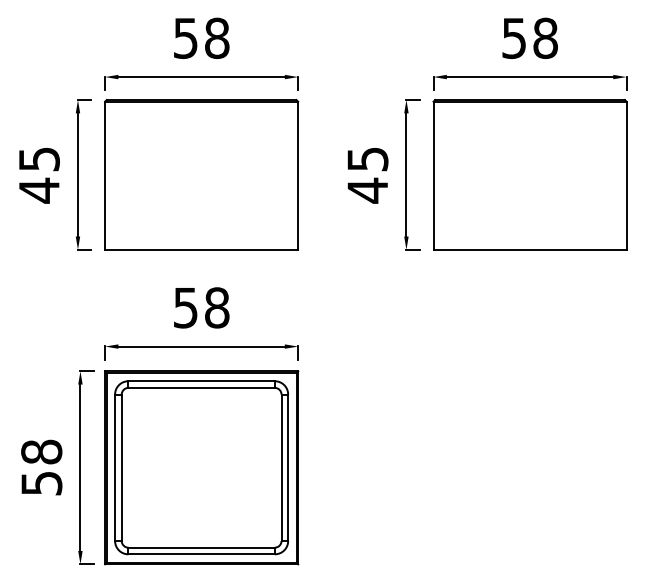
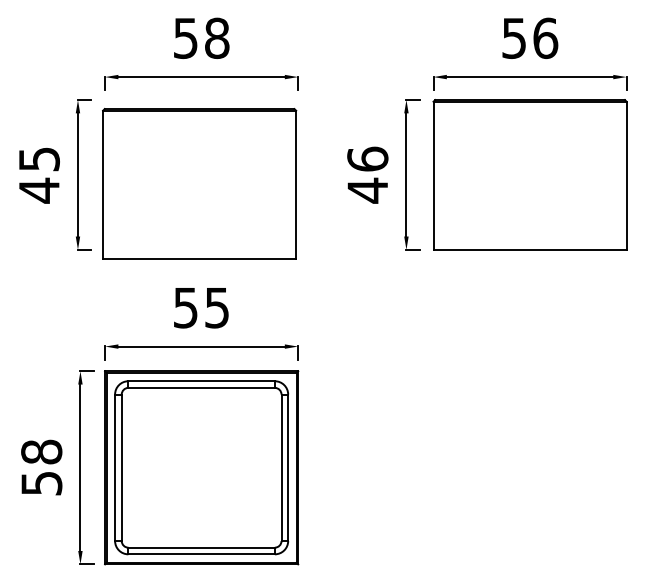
text at (545, 37): 58 -> 56
text at (367, 158): 45 -> 46
part at (201, 174) position: (201, 174) -> (199, 183)
text at (217, 307): 58 -> 55
